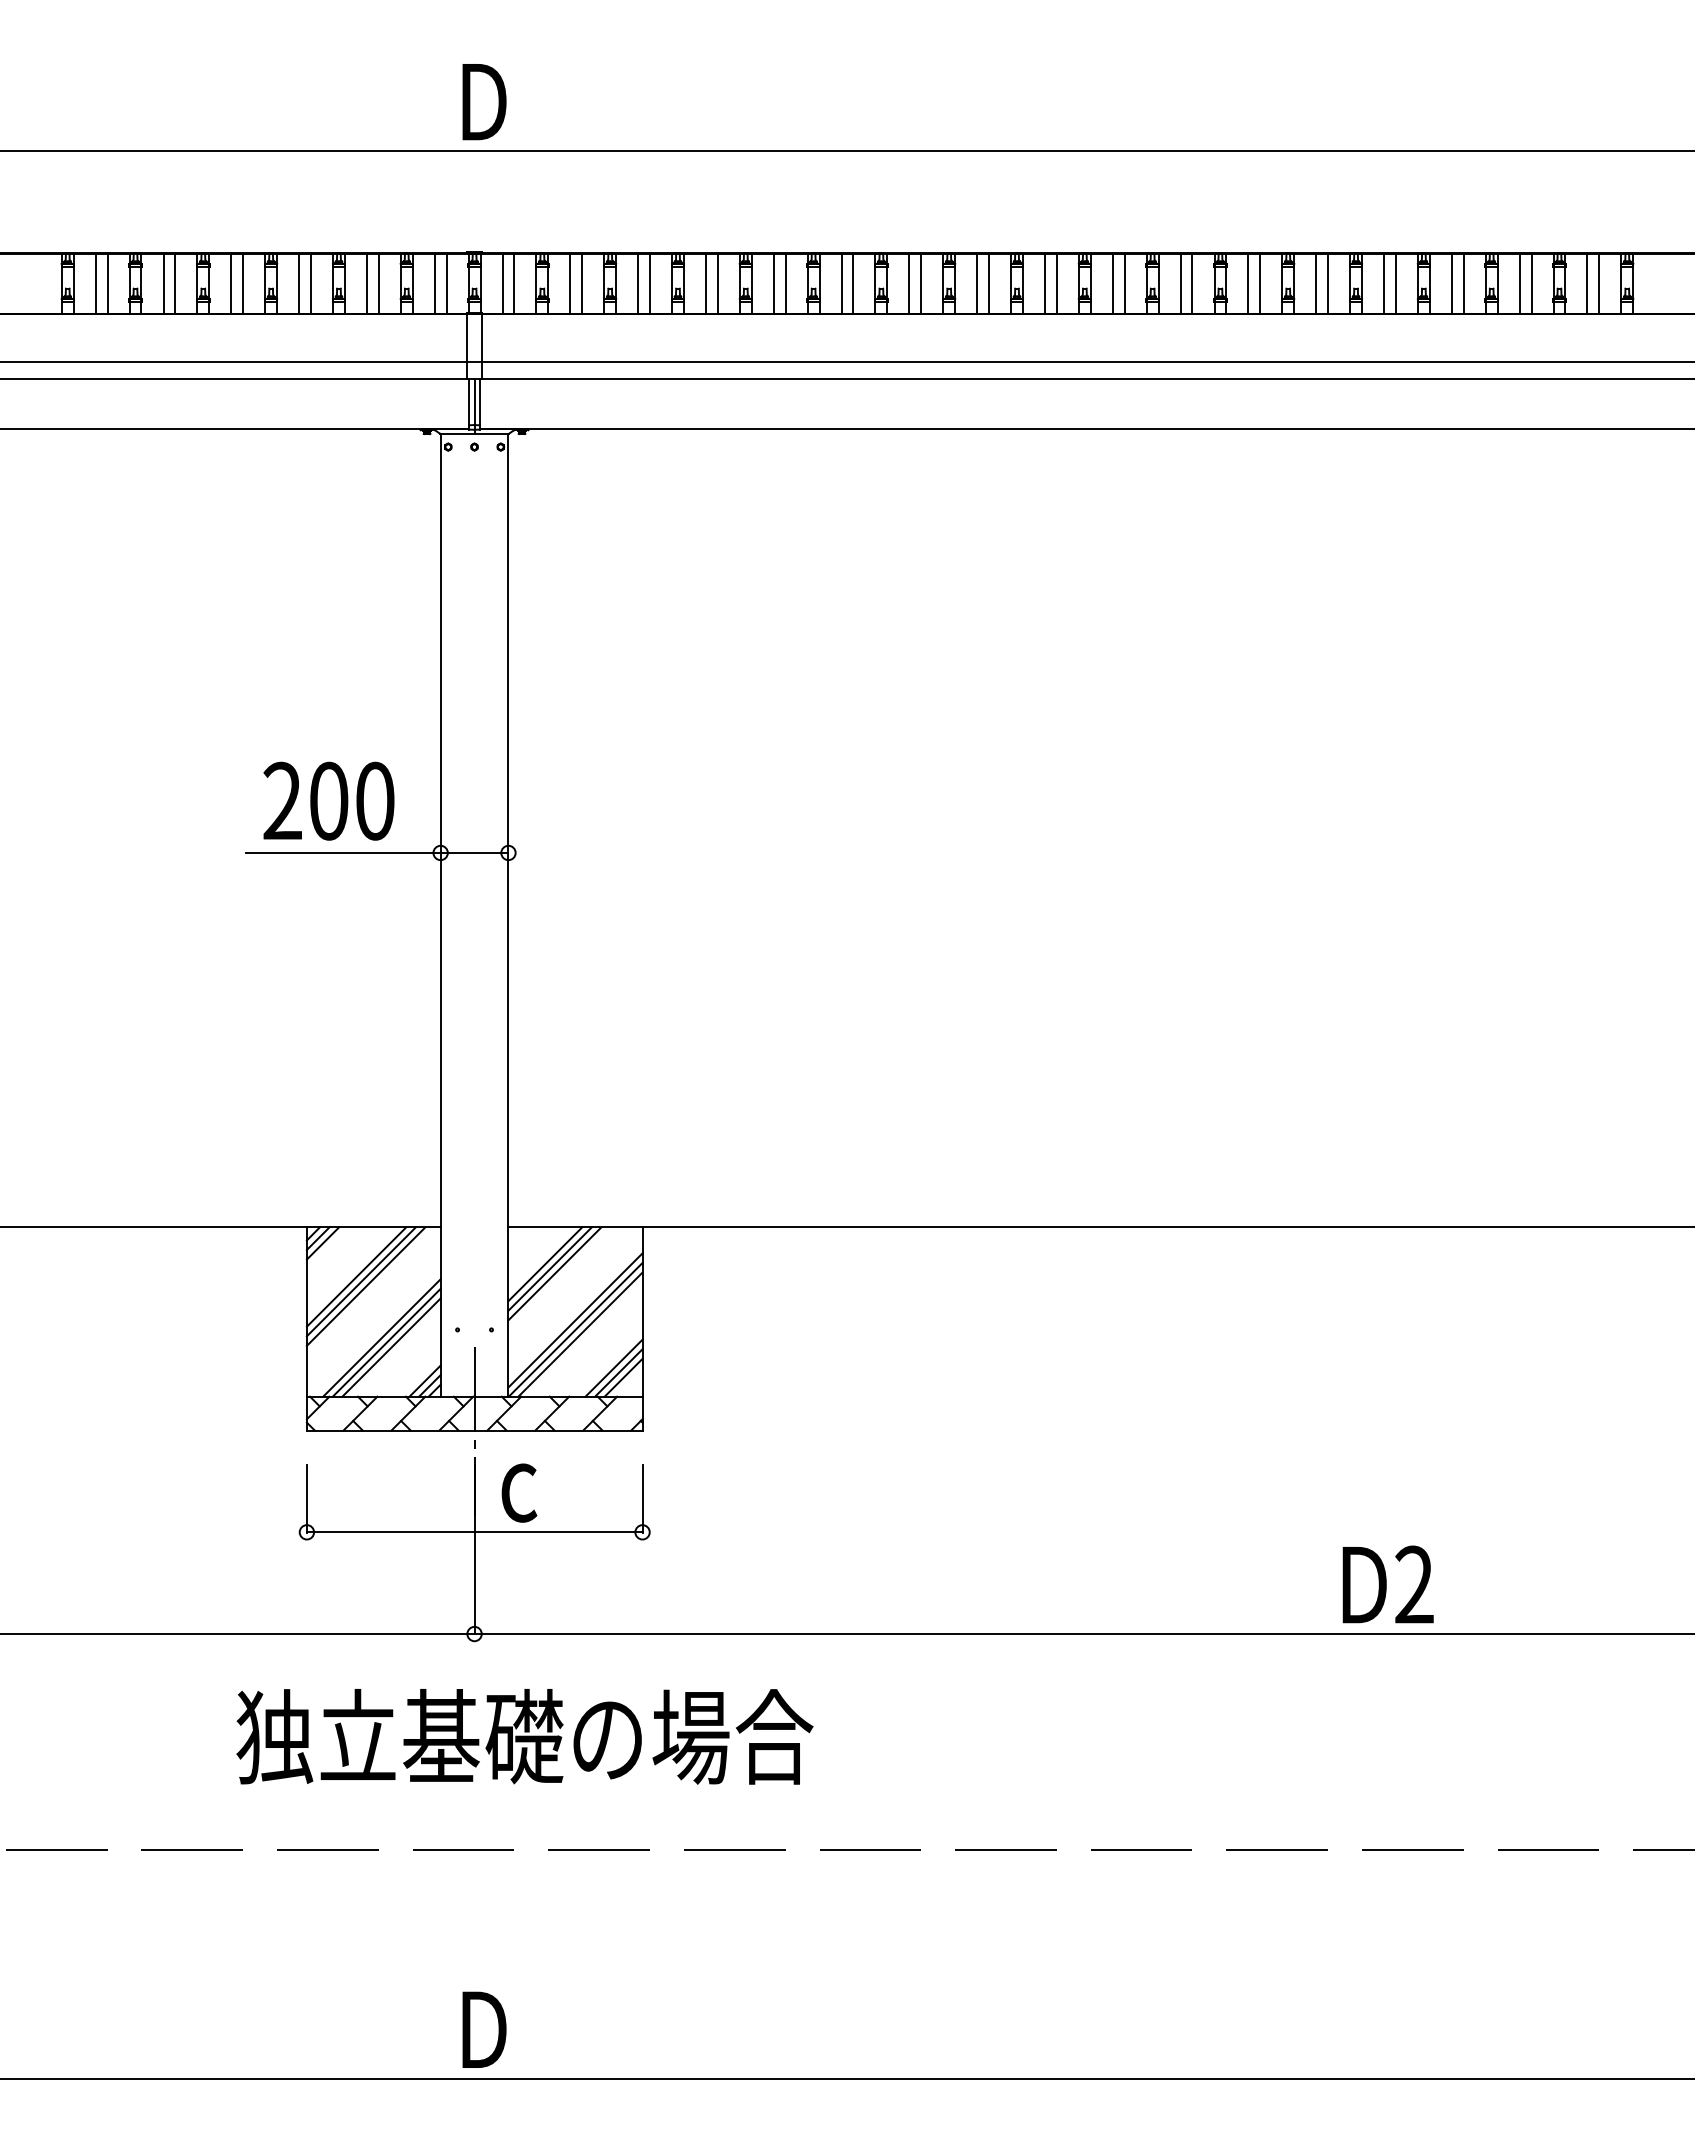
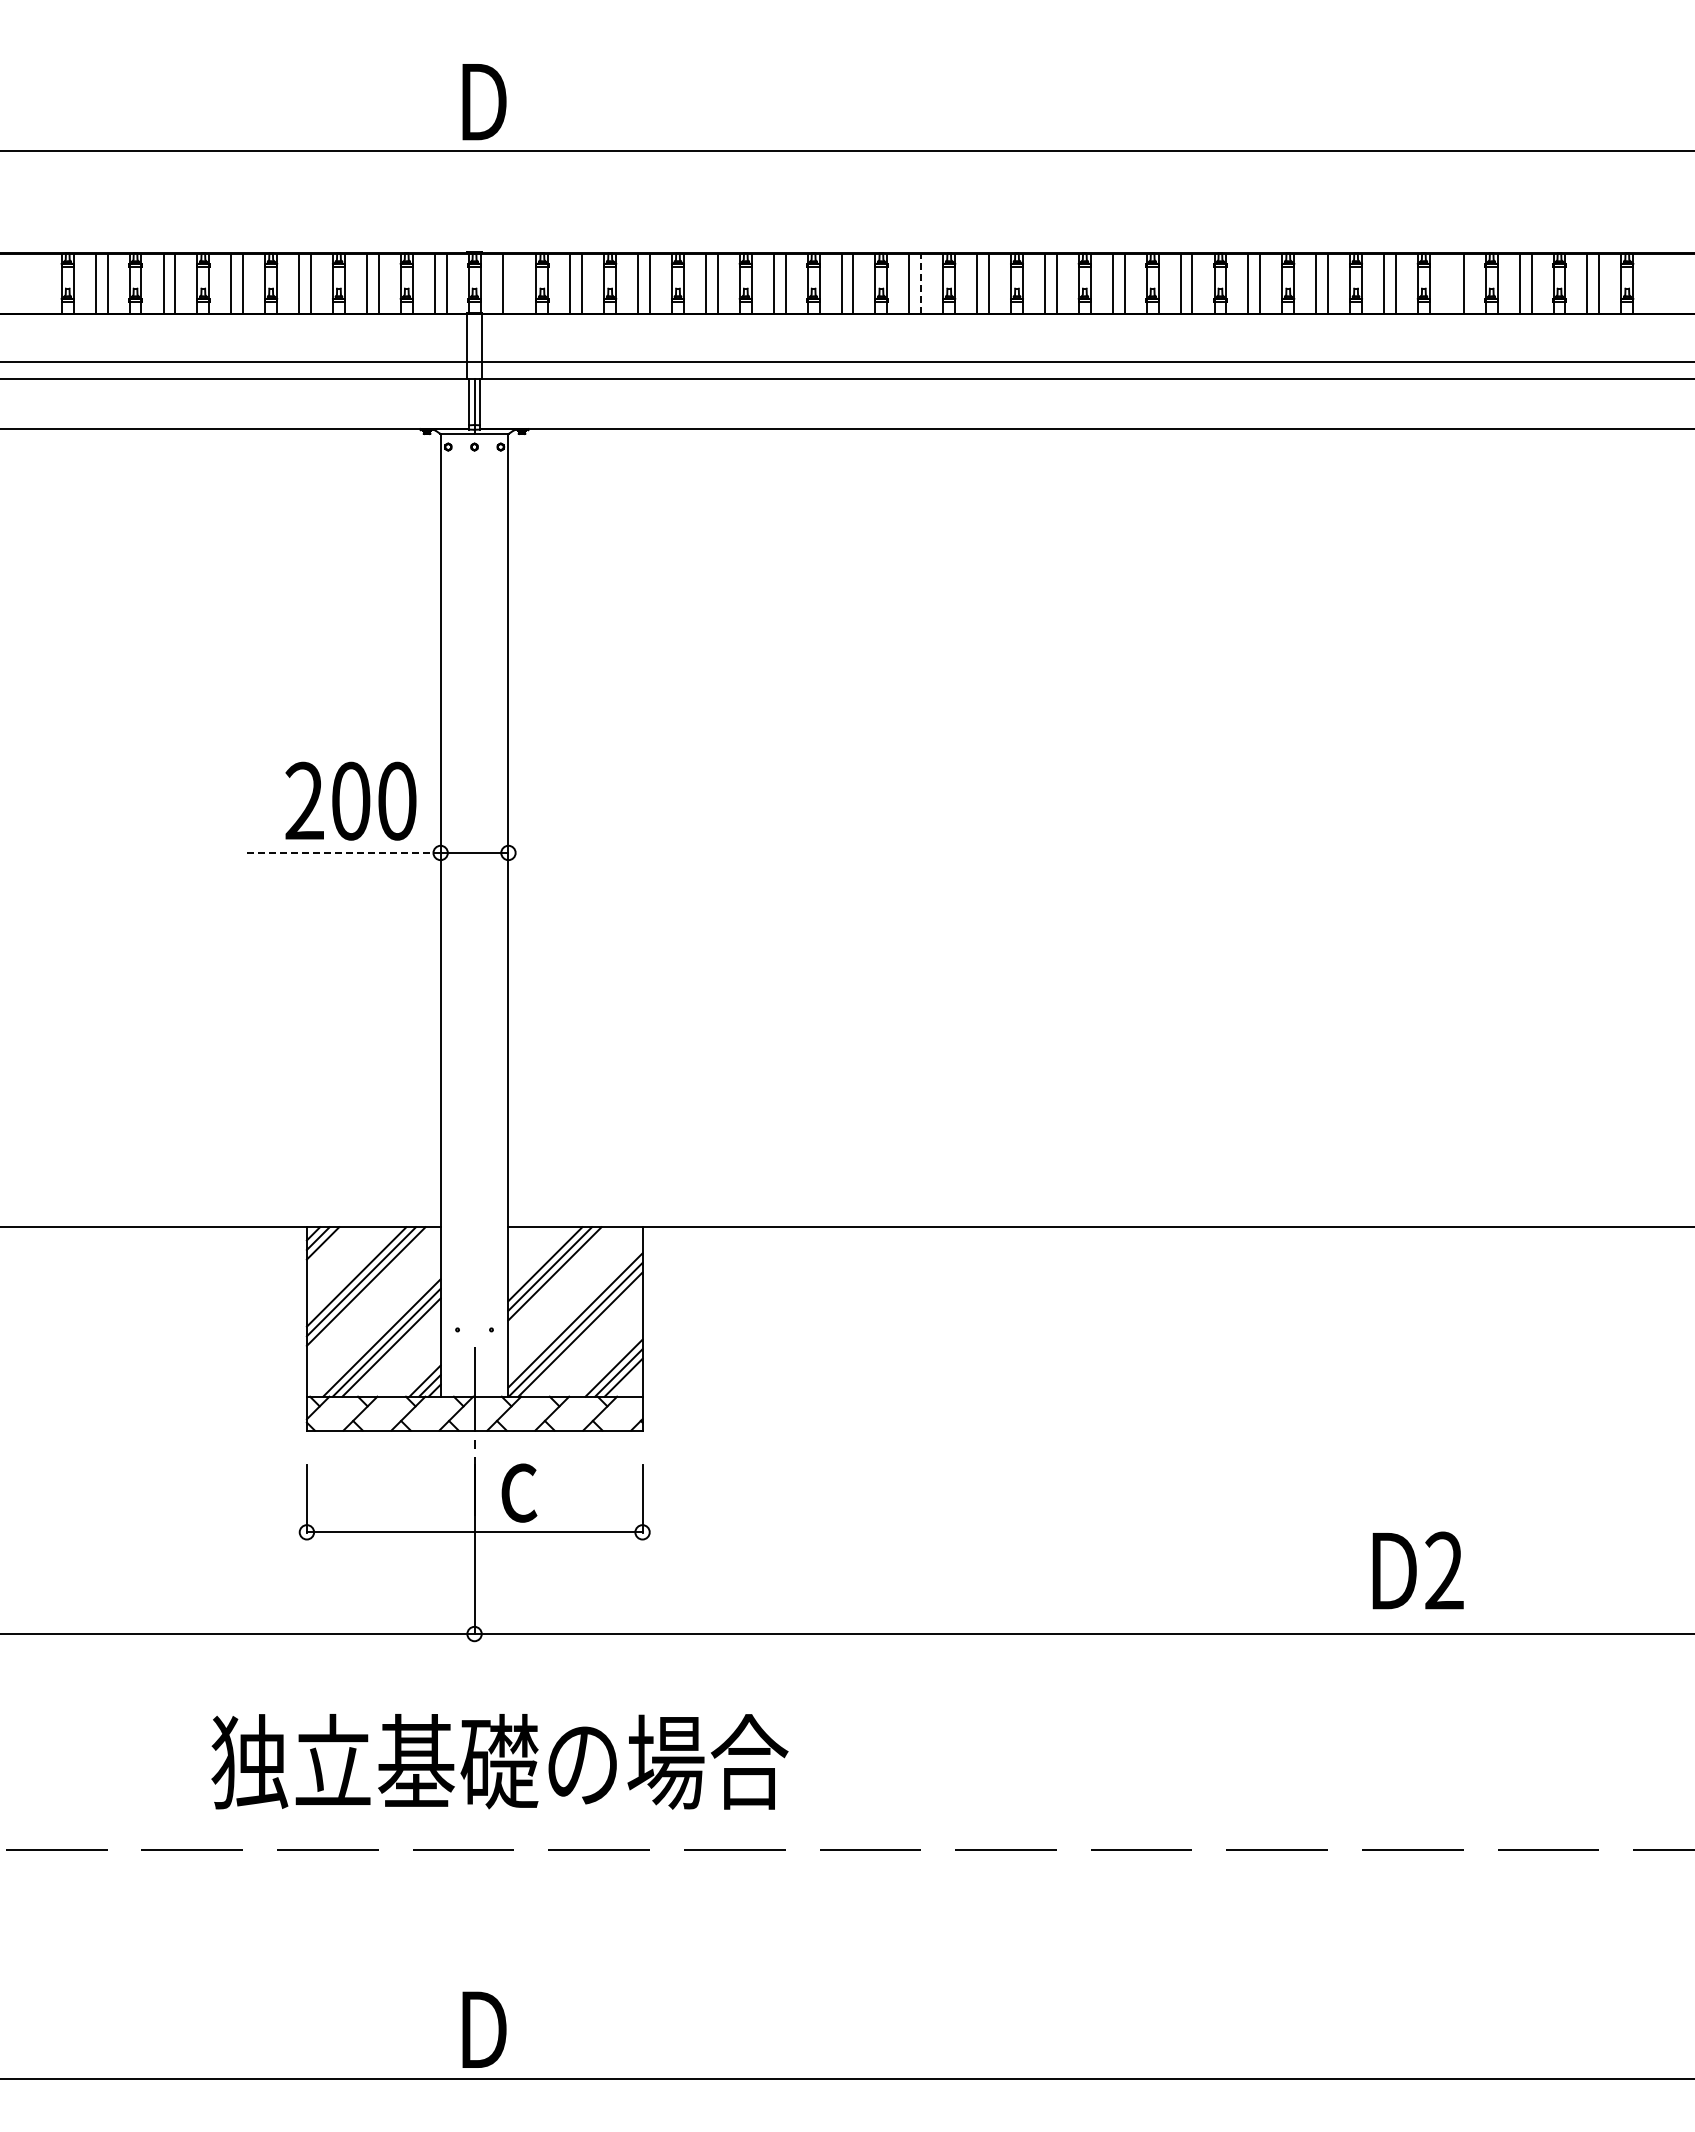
line at (514, 283): present -> none
line at (921, 283): solid -> dashed
line at (1451, 283): present -> none
text at (328, 800) position: (328, 800) -> (350, 800)
line at (343, 852): solid -> dashed
text at (1387, 1584) position: (1387, 1584) -> (1417, 1570)
text at (524, 1736) position: (524, 1736) -> (499, 1761)
